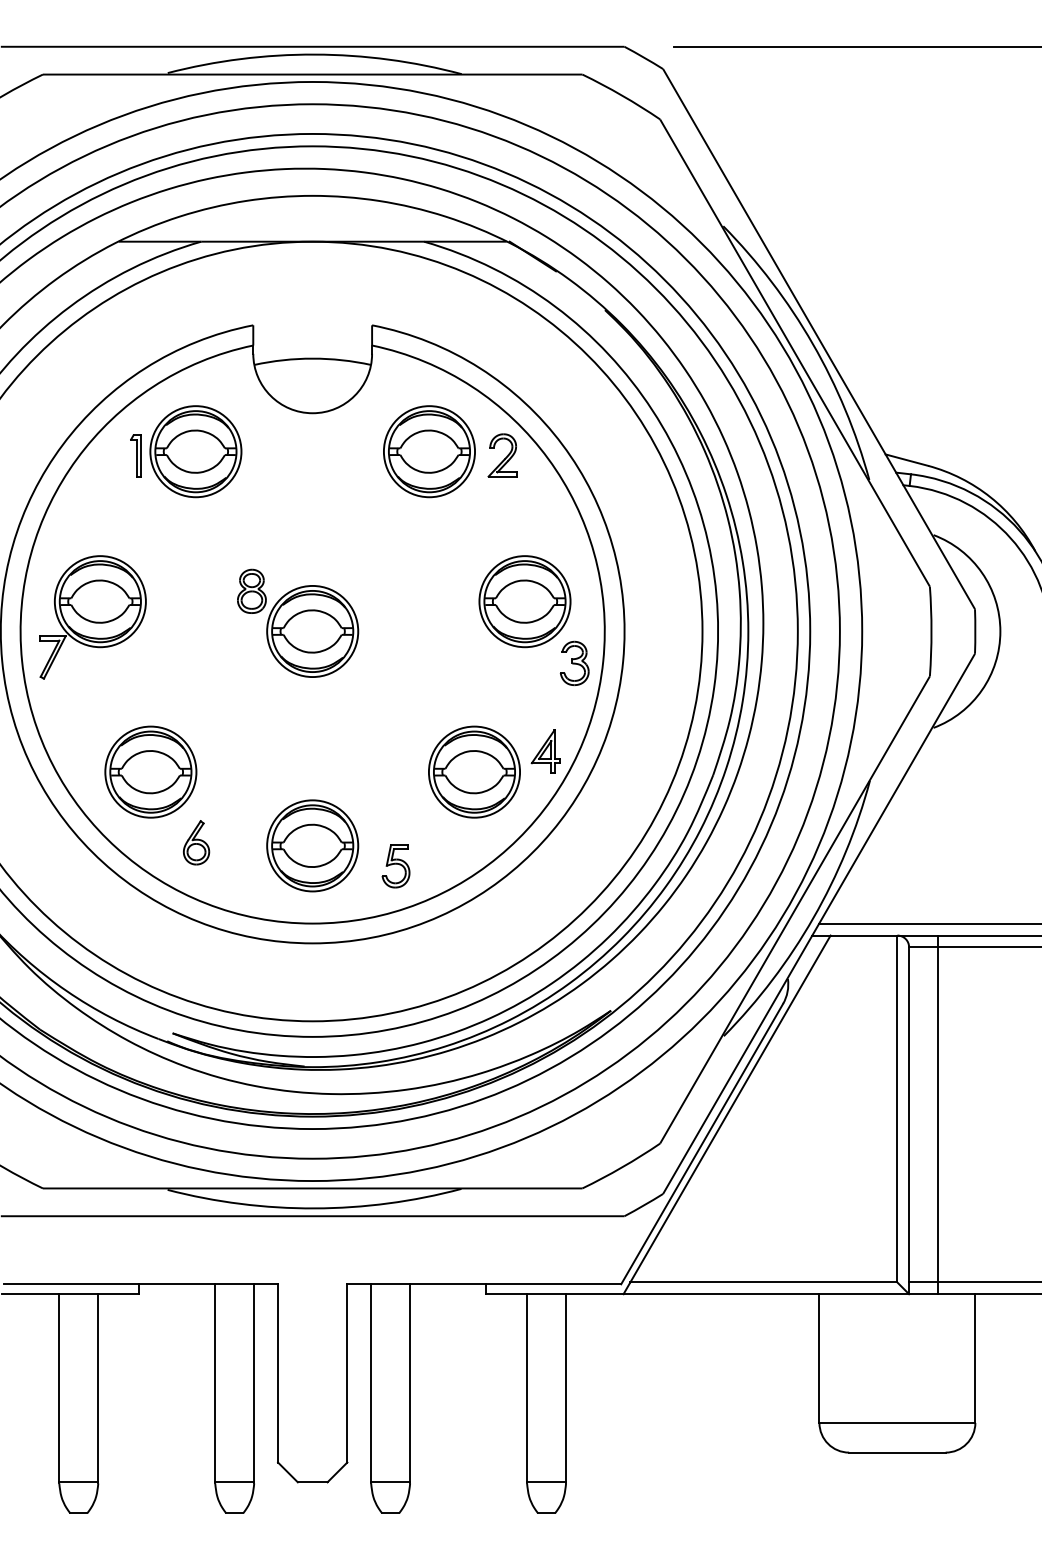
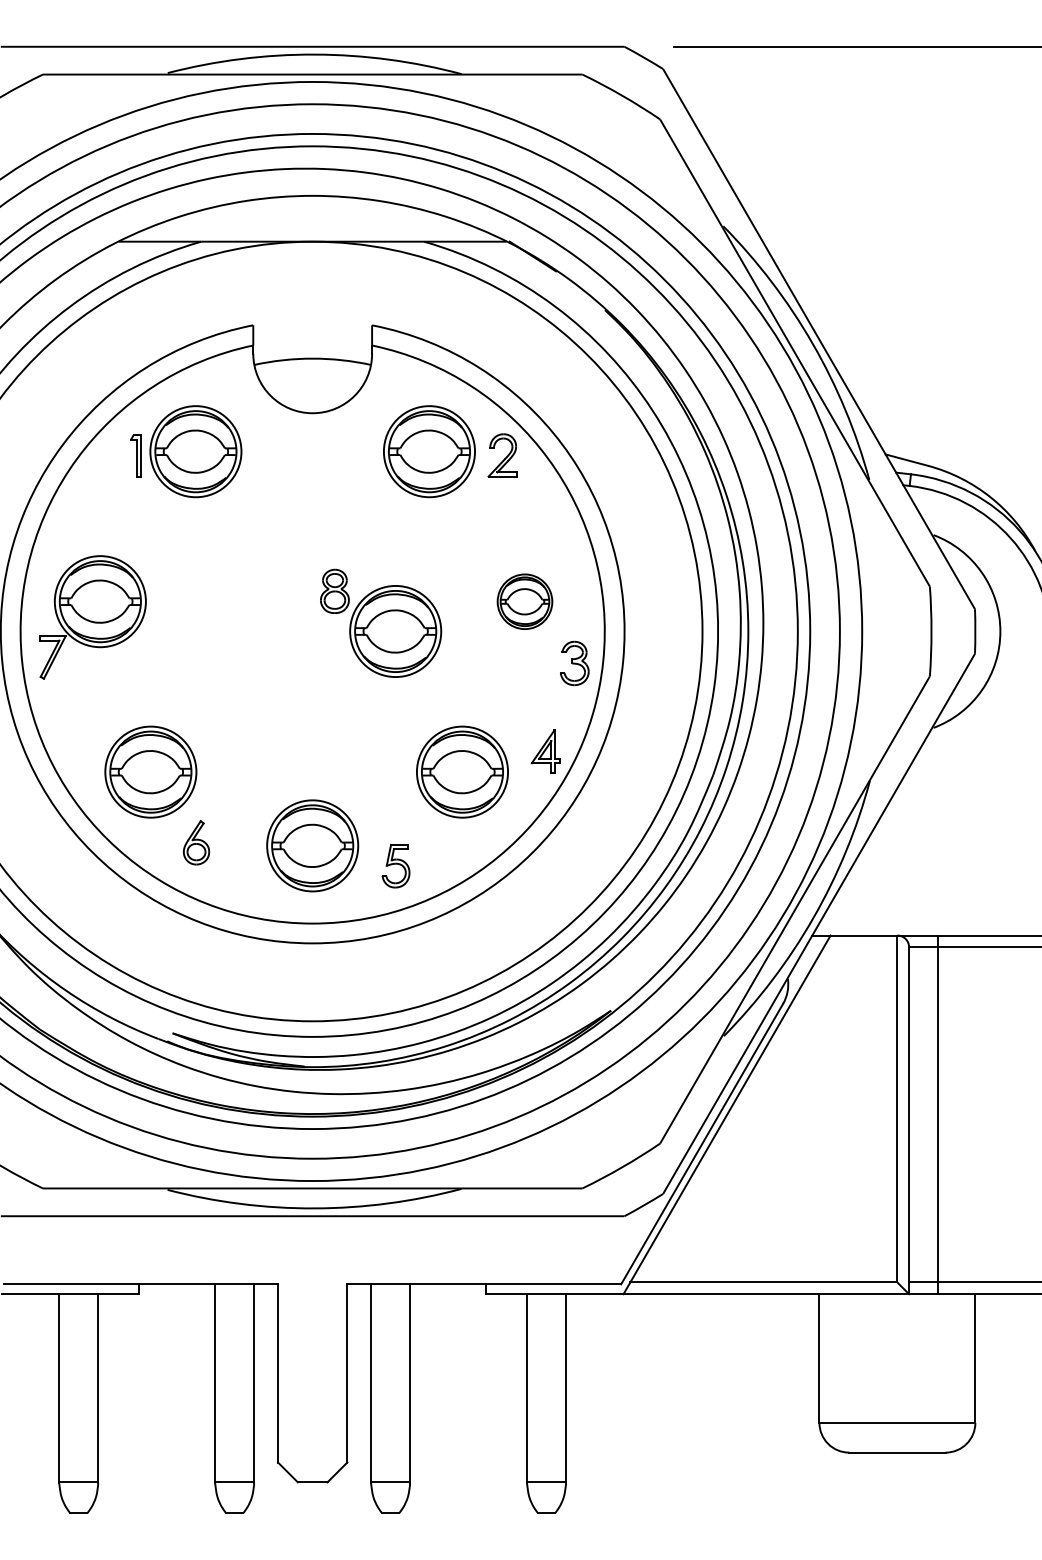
part at (524, 601) size: 94x94 px -> 58x57 px
part at (298, 622) position: (298, 622) -> (381, 622)
part at (474, 771) position: (474, 771) -> (462, 771)
line at (928, 923): present -> none
